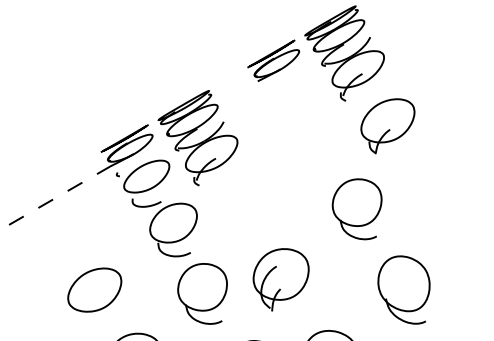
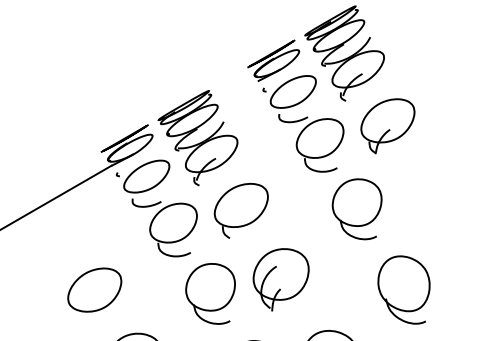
part at (303, 123): none -> present
line at (55, 198): dashed -> solid
part at (240, 210): none -> present
part at (202, 293) position: (202, 293) -> (210, 293)
